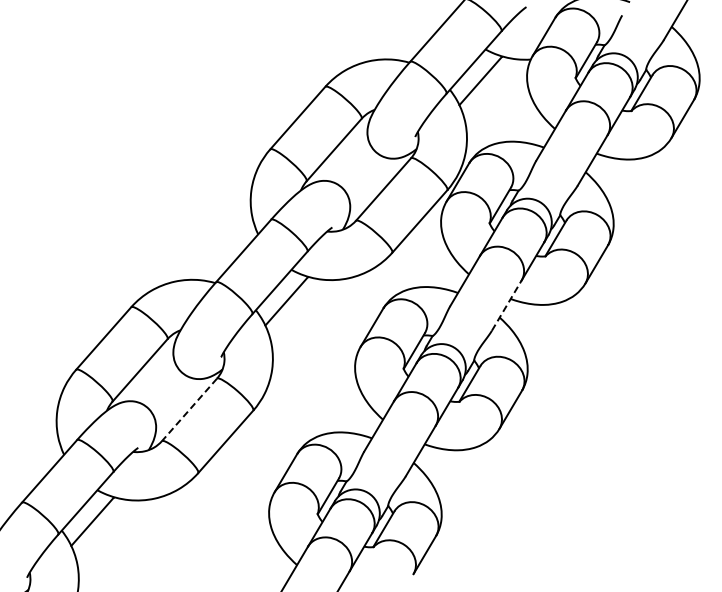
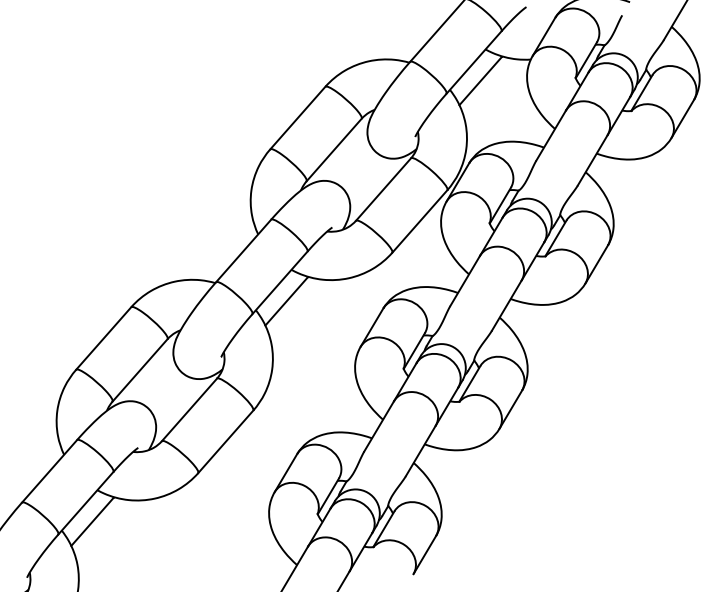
line at (507, 305): dashed -> solid
line at (189, 409): dashed -> solid
